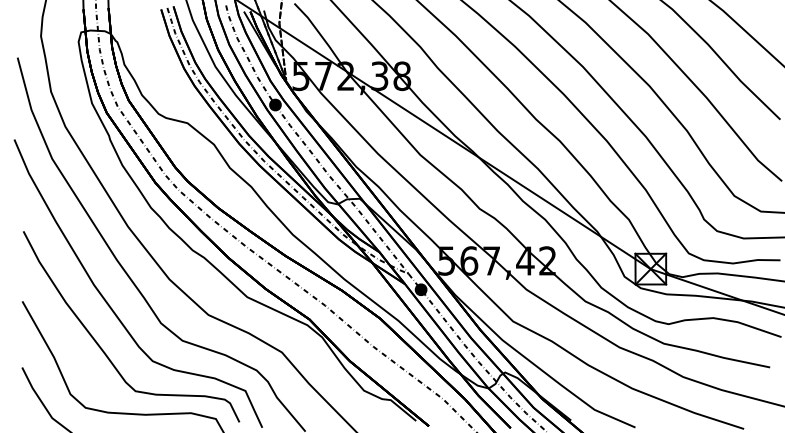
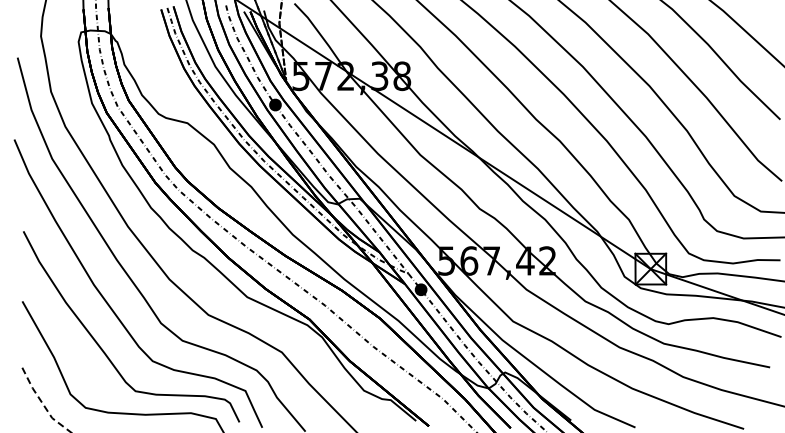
line at (42, 403): solid -> dashed
